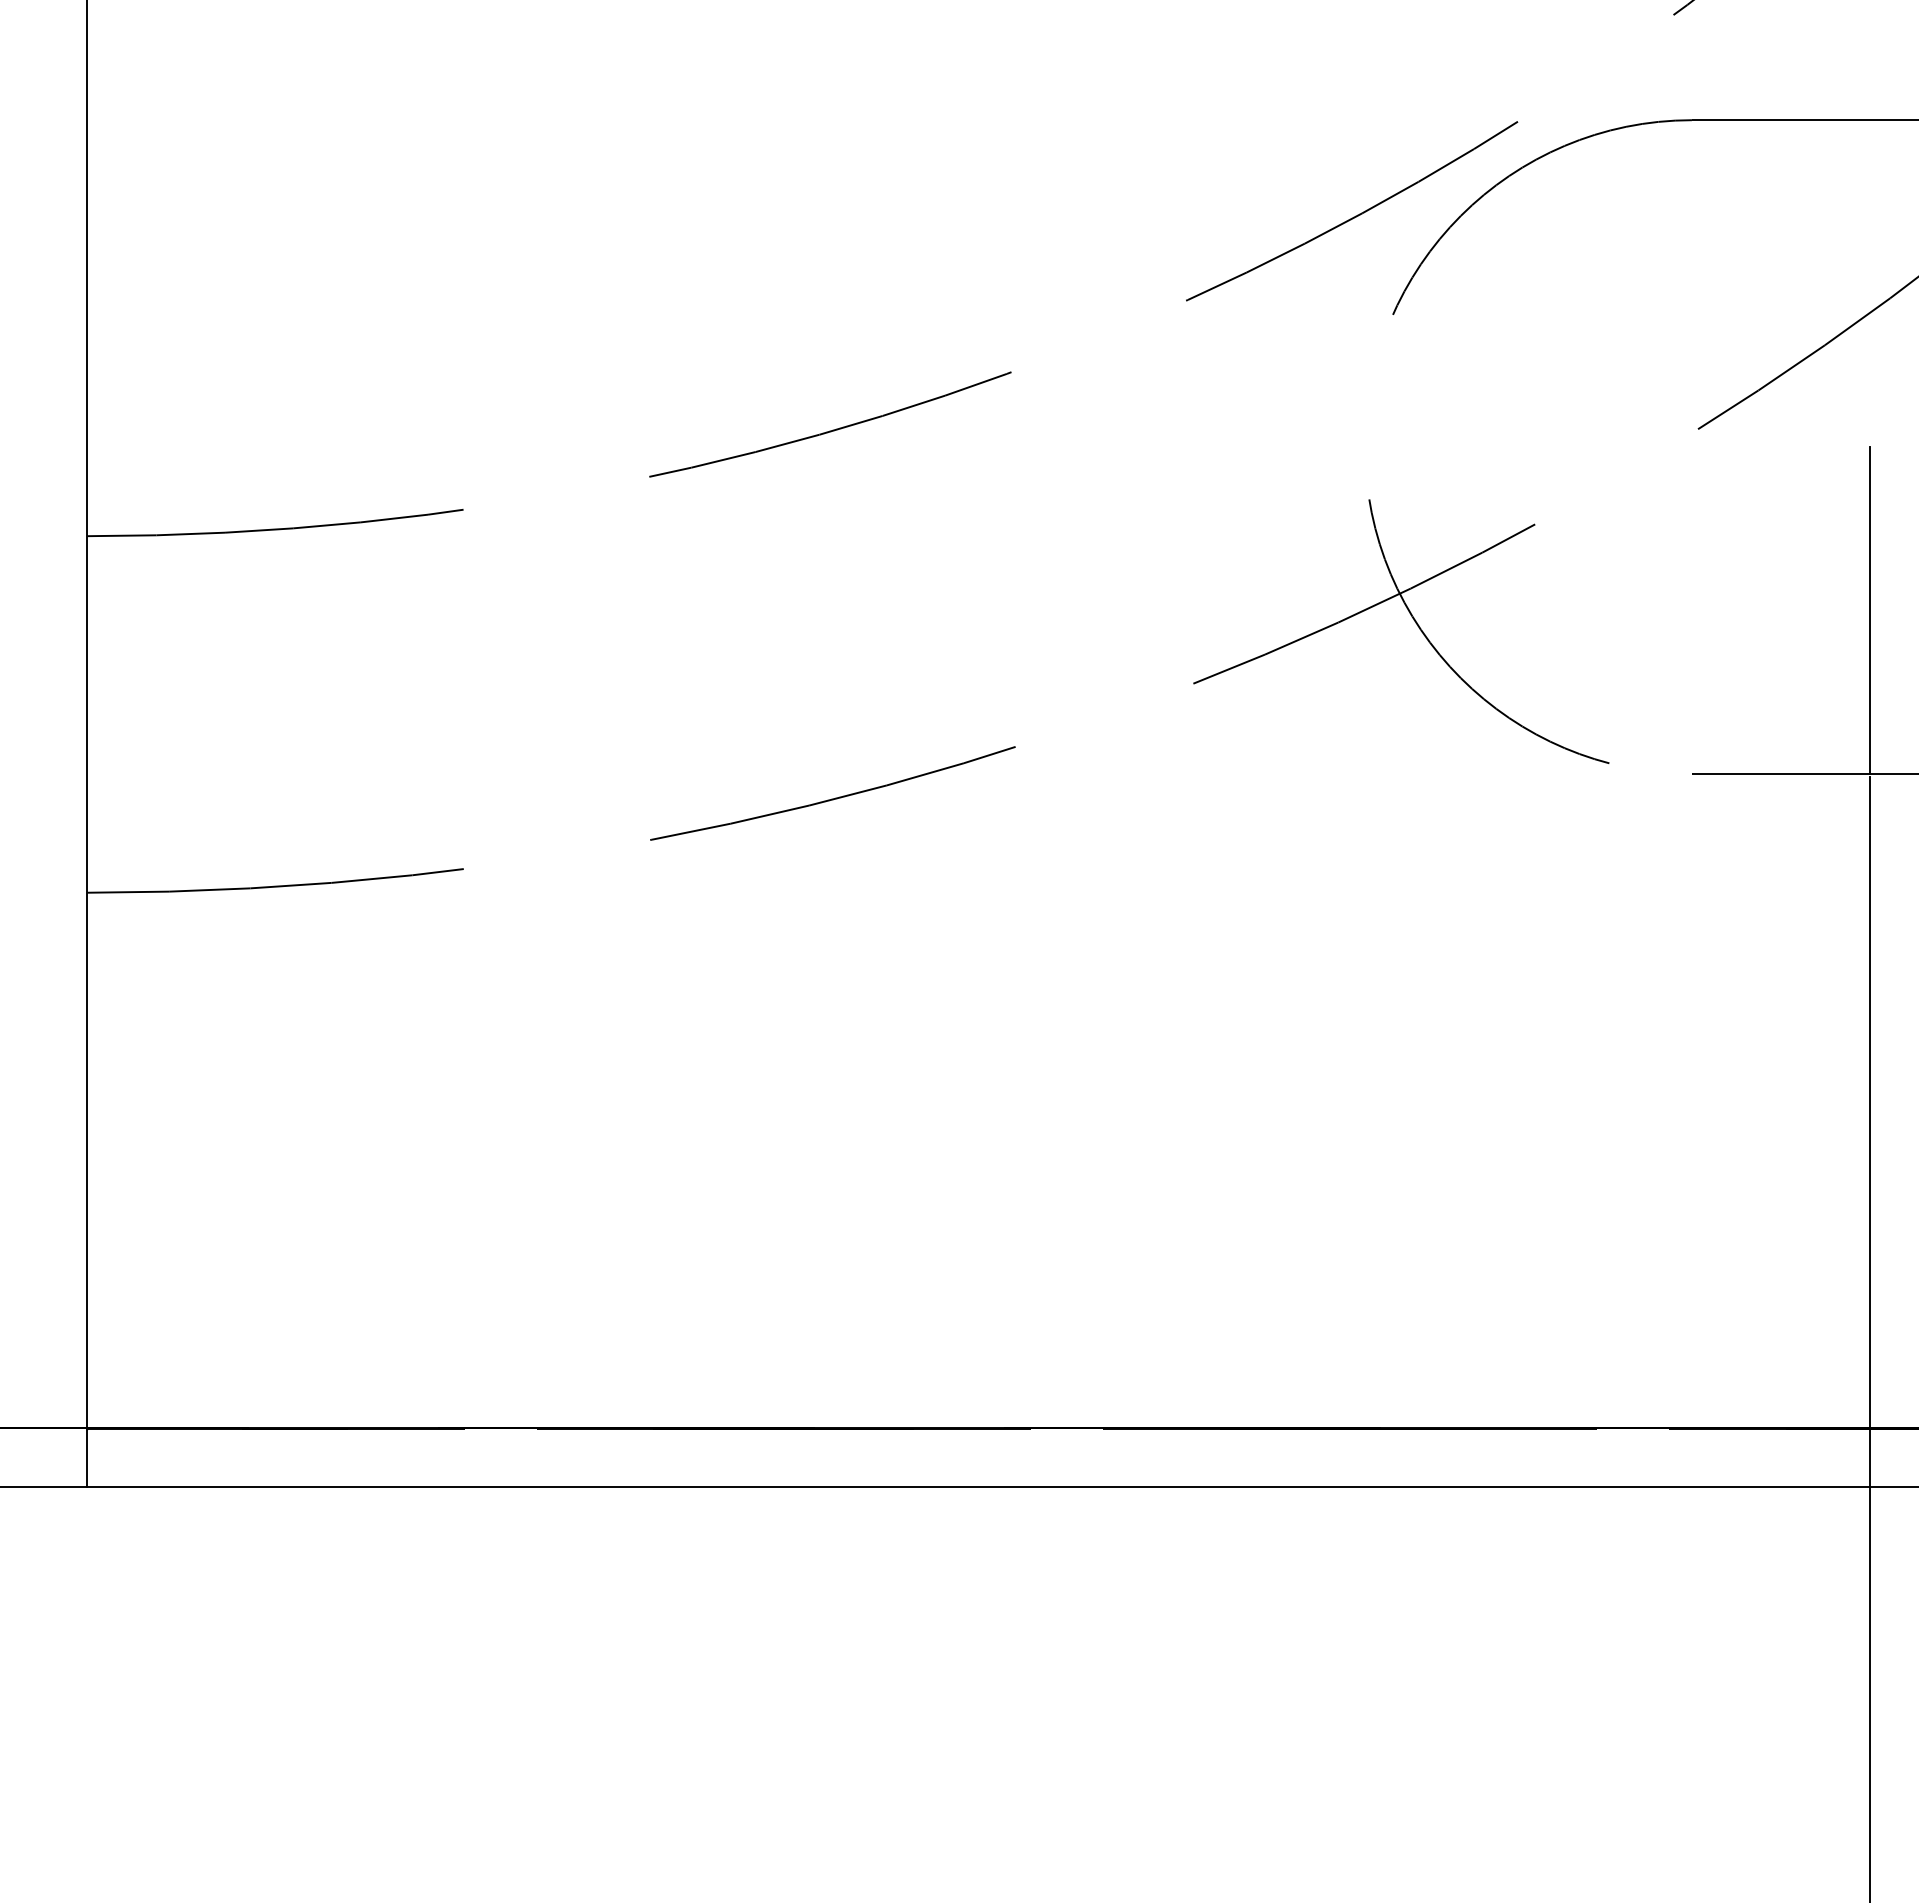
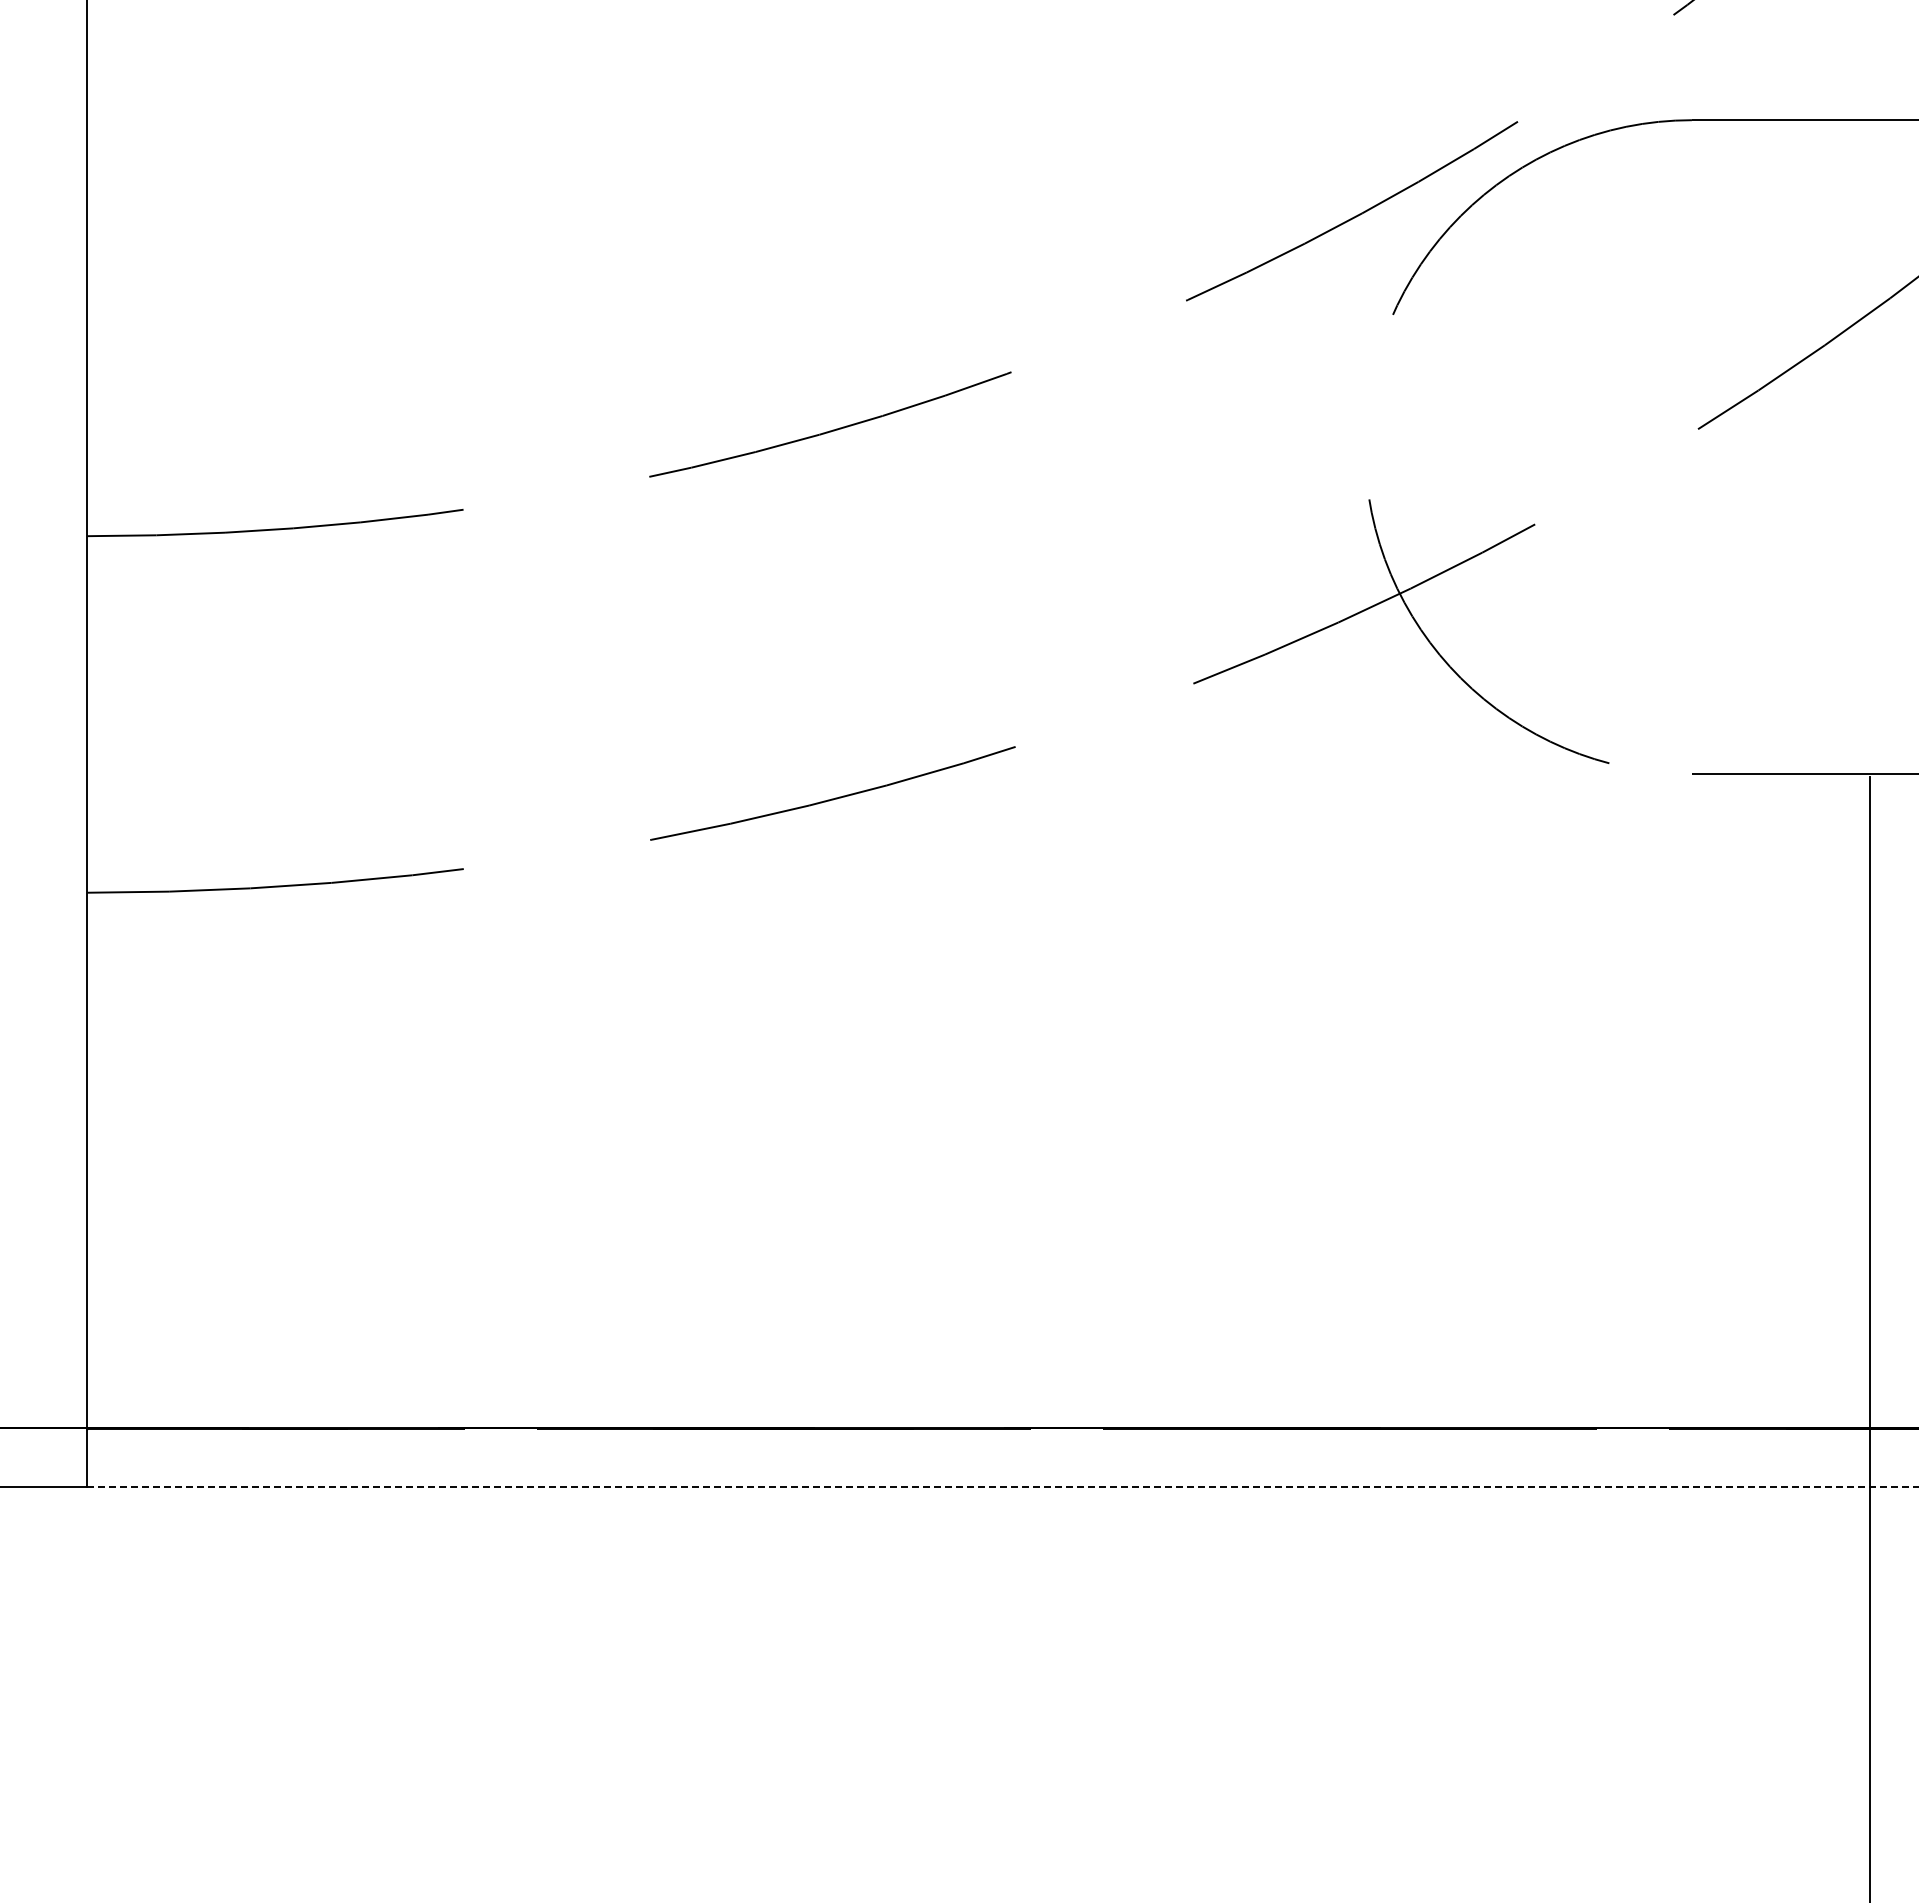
line at (1870, 610): present -> none
line at (1003, 1487): solid -> dashed
